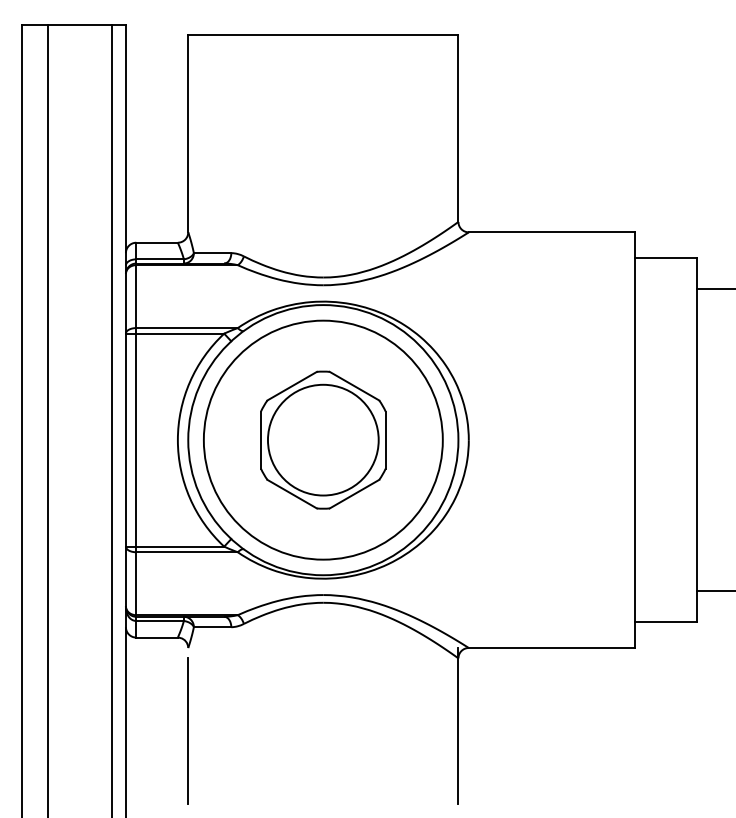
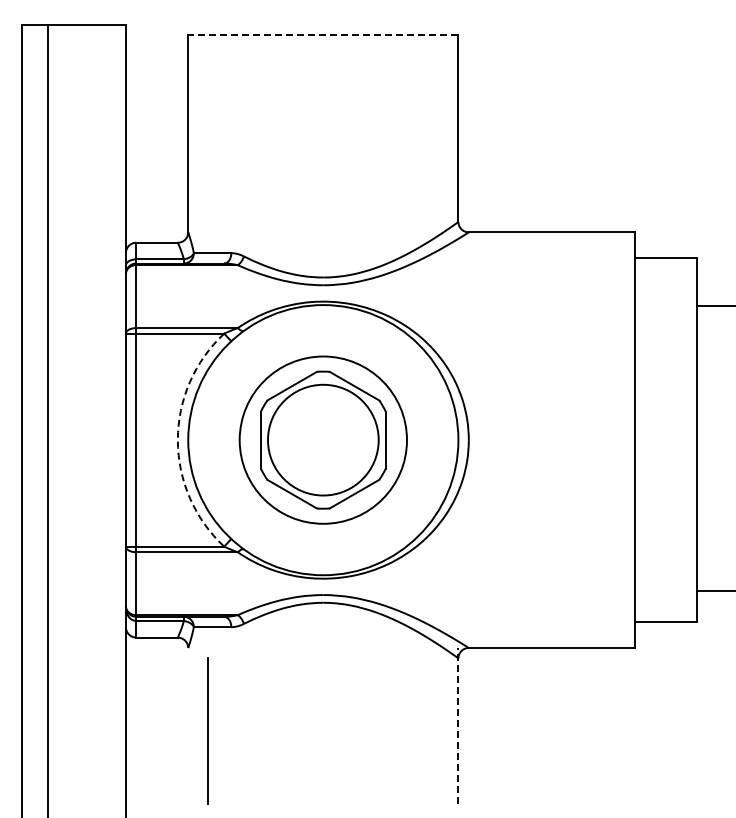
line at (322, 34): solid -> dashed
line at (714, 289) position: (714, 289) -> (714, 306)
line at (112, 419): present -> none
circle at (322, 439) diameter: 239 px -> 167 px
arc at (177, 440): solid -> dashed
line at (458, 725): solid -> dashed
line at (187, 730) position: (187, 730) -> (207, 730)
